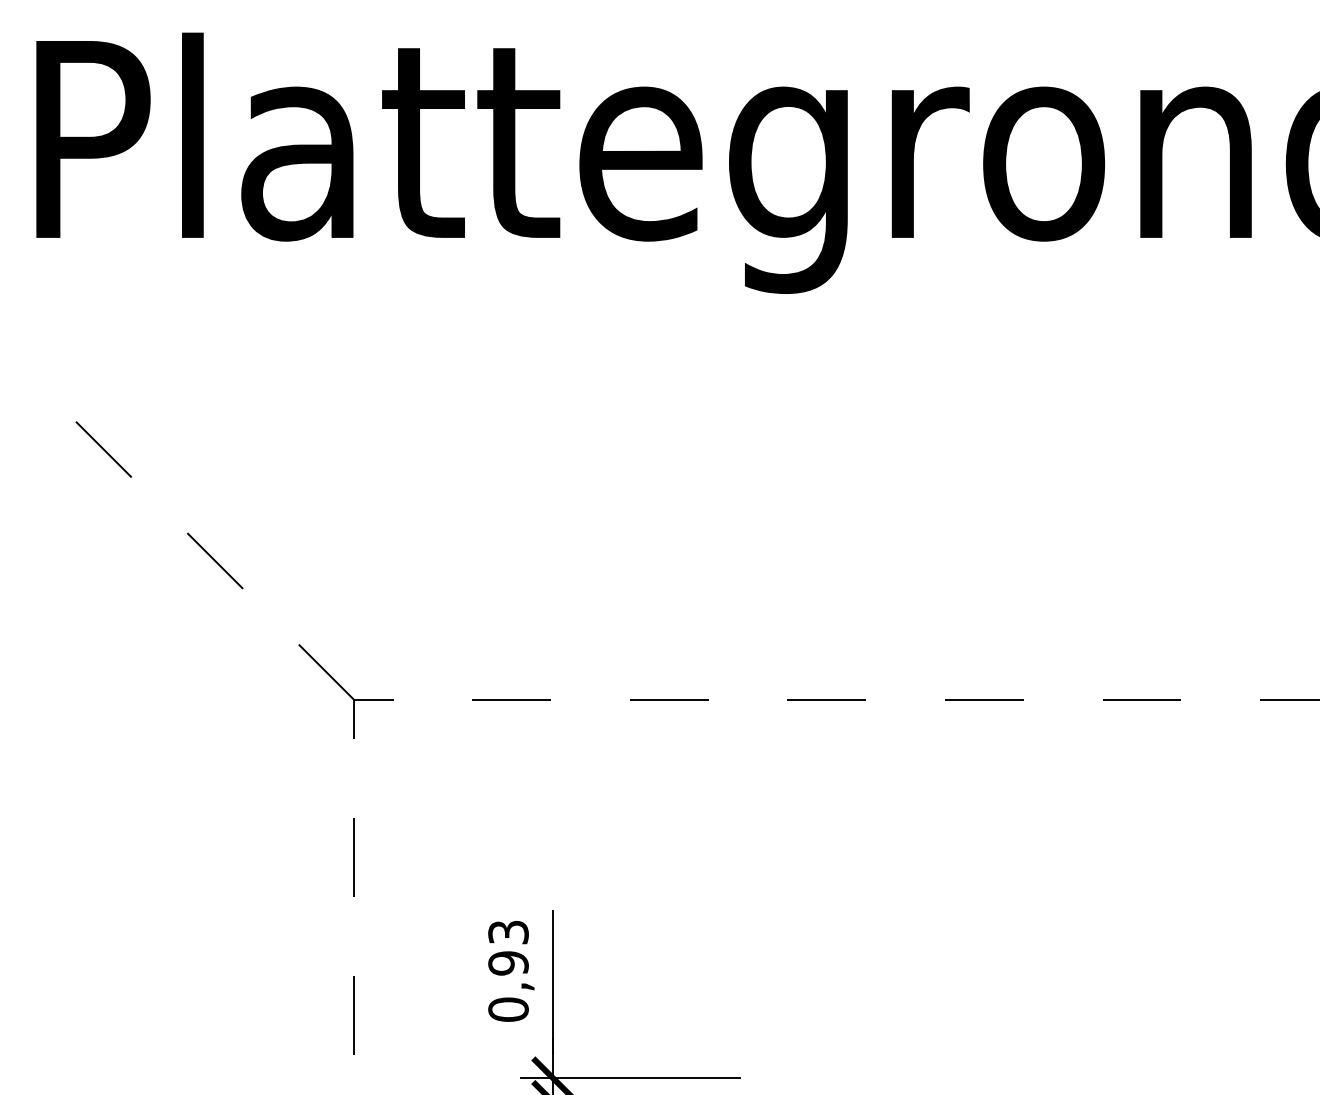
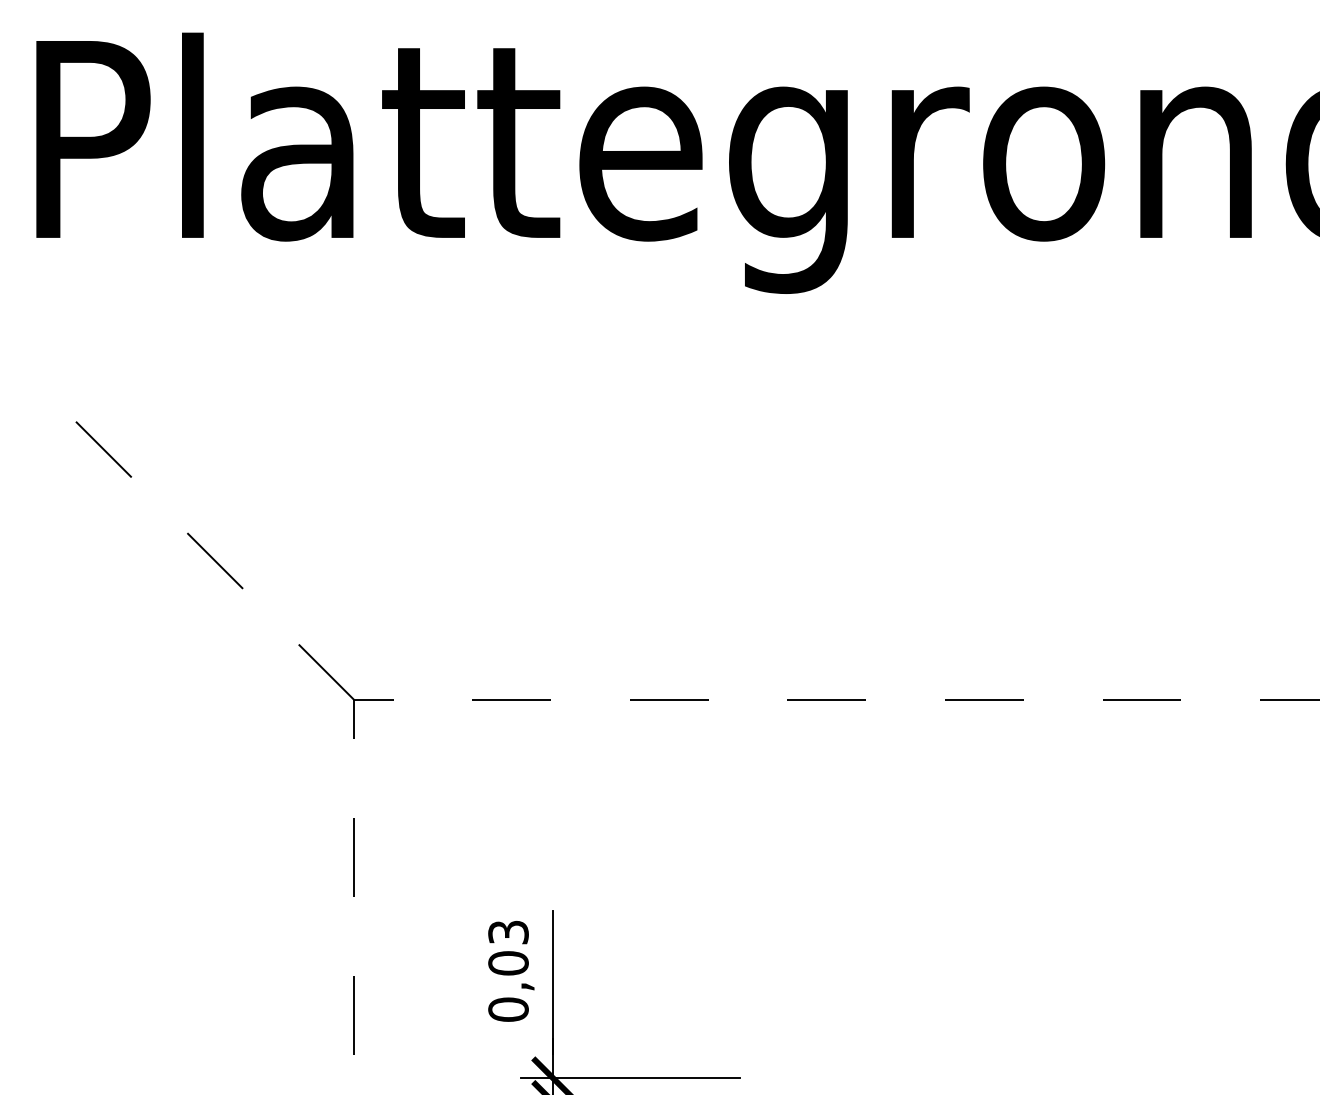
text at (508, 963): 0,93 -> 0,03
